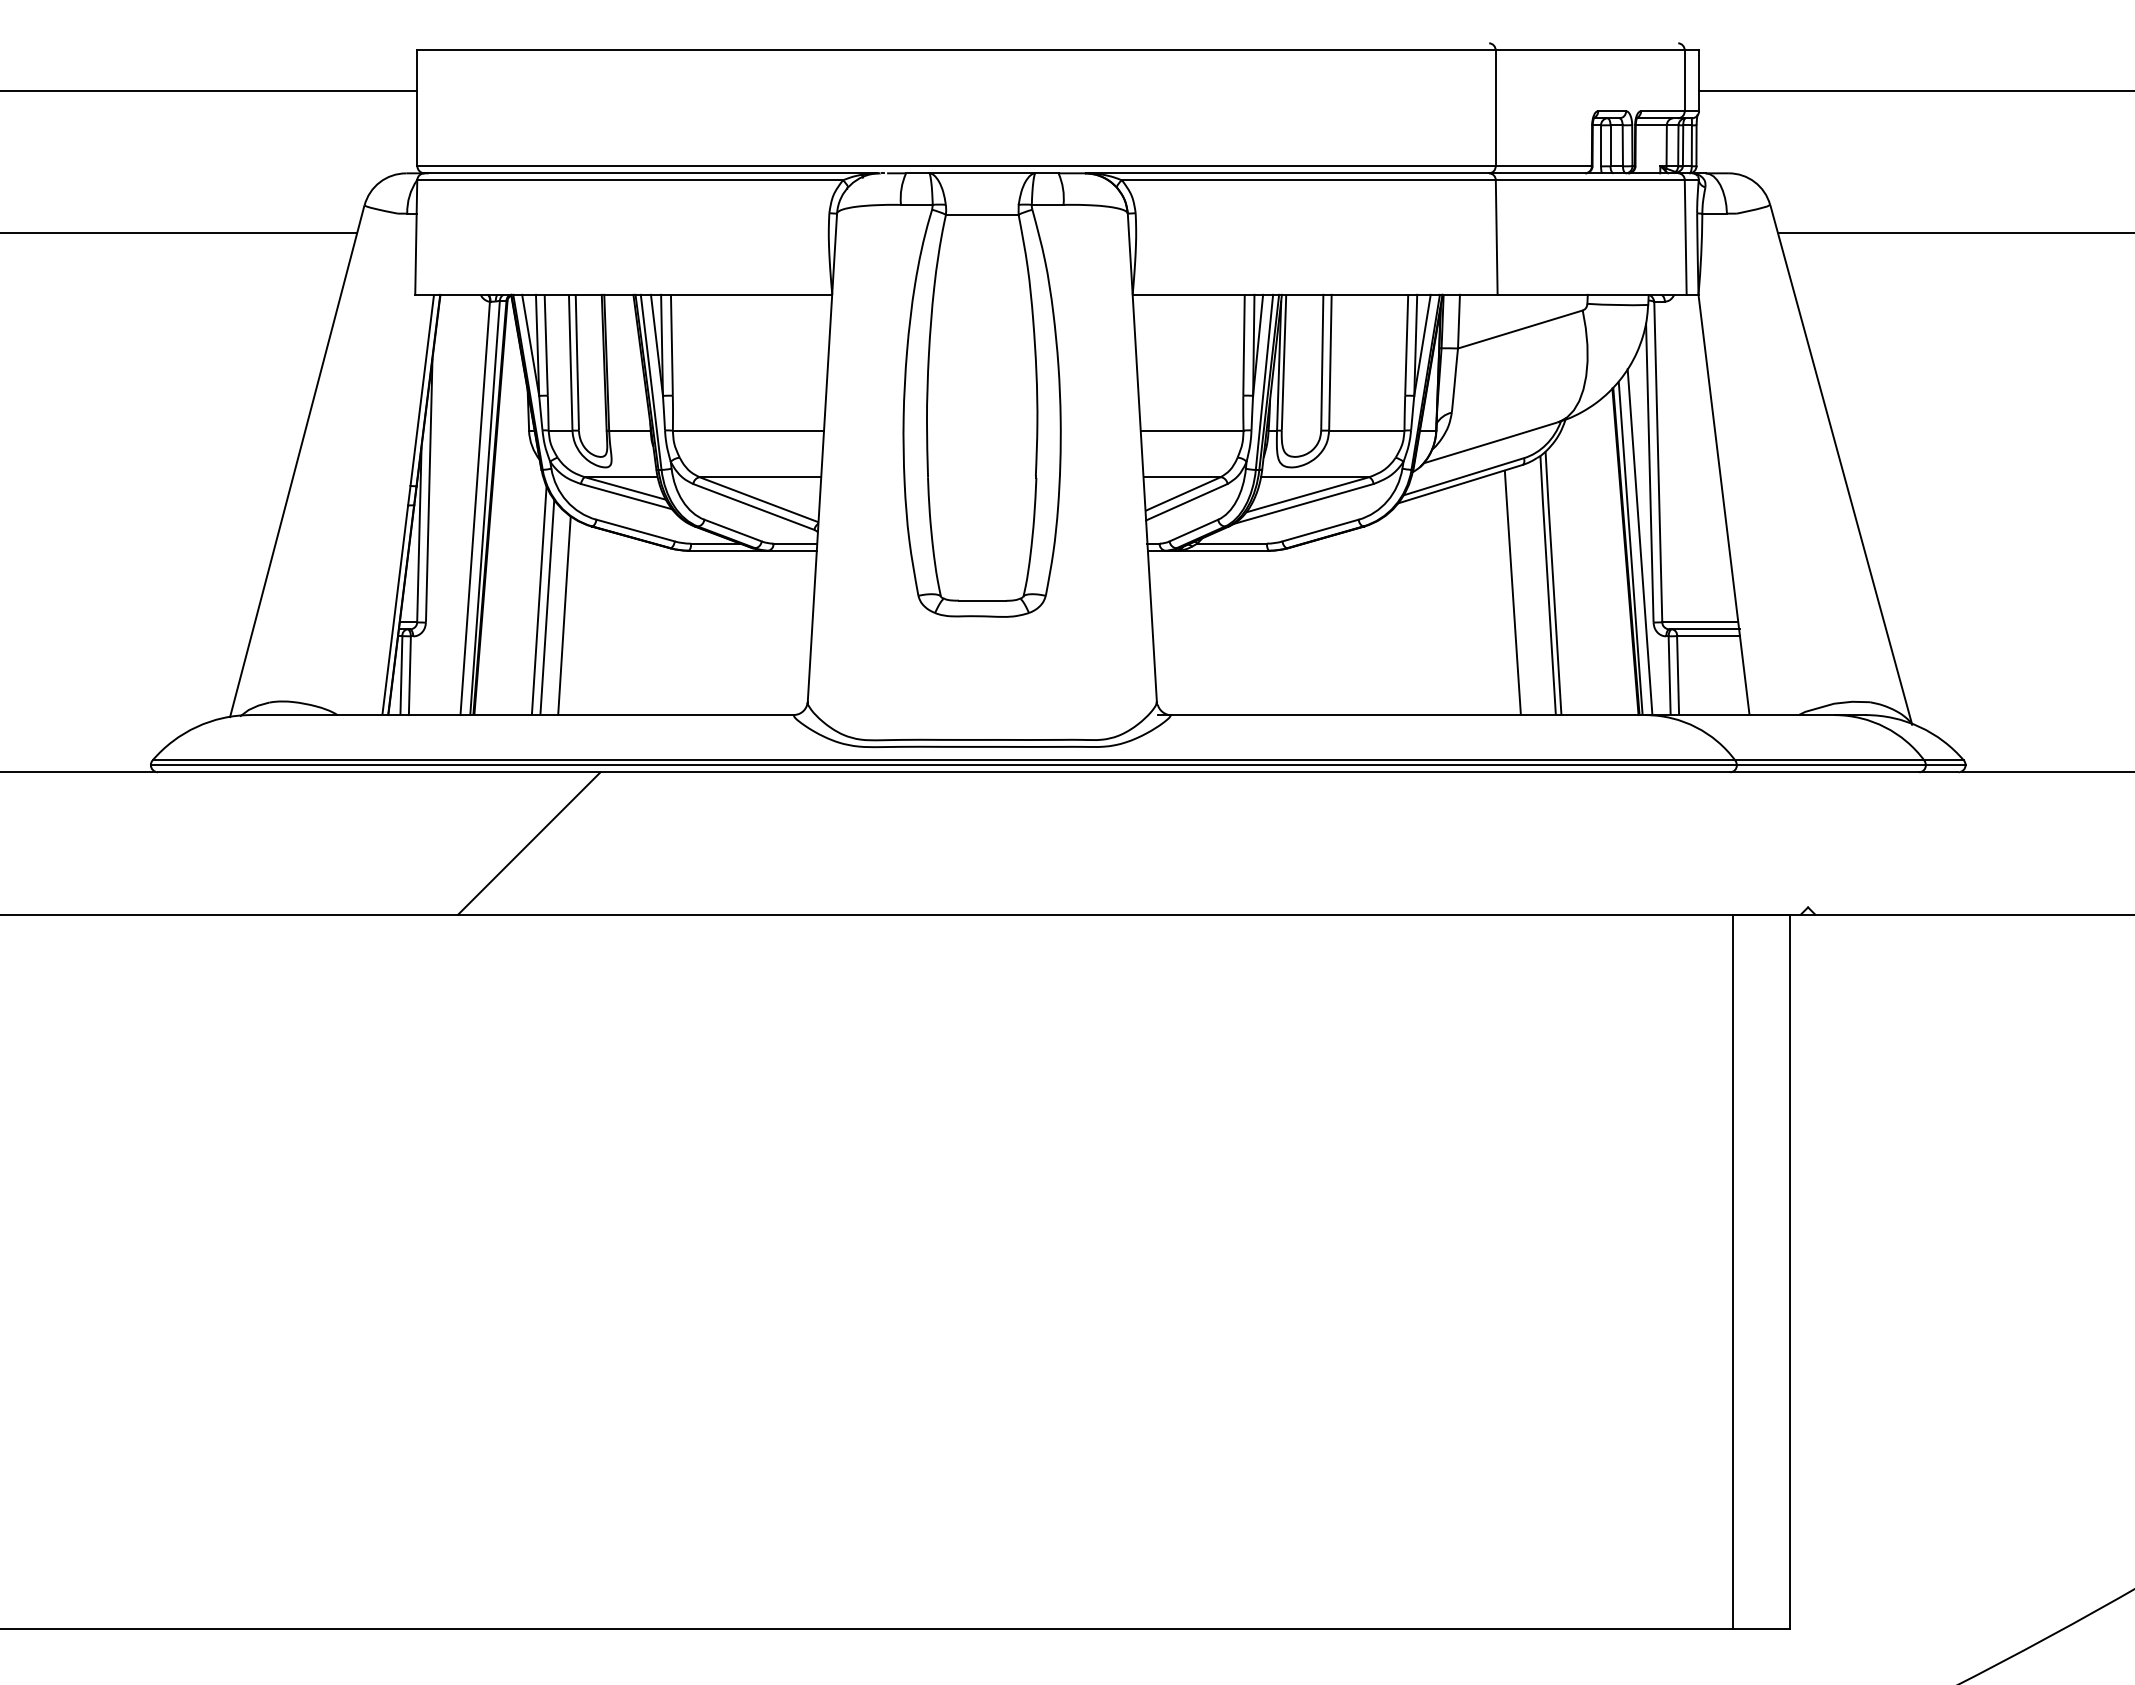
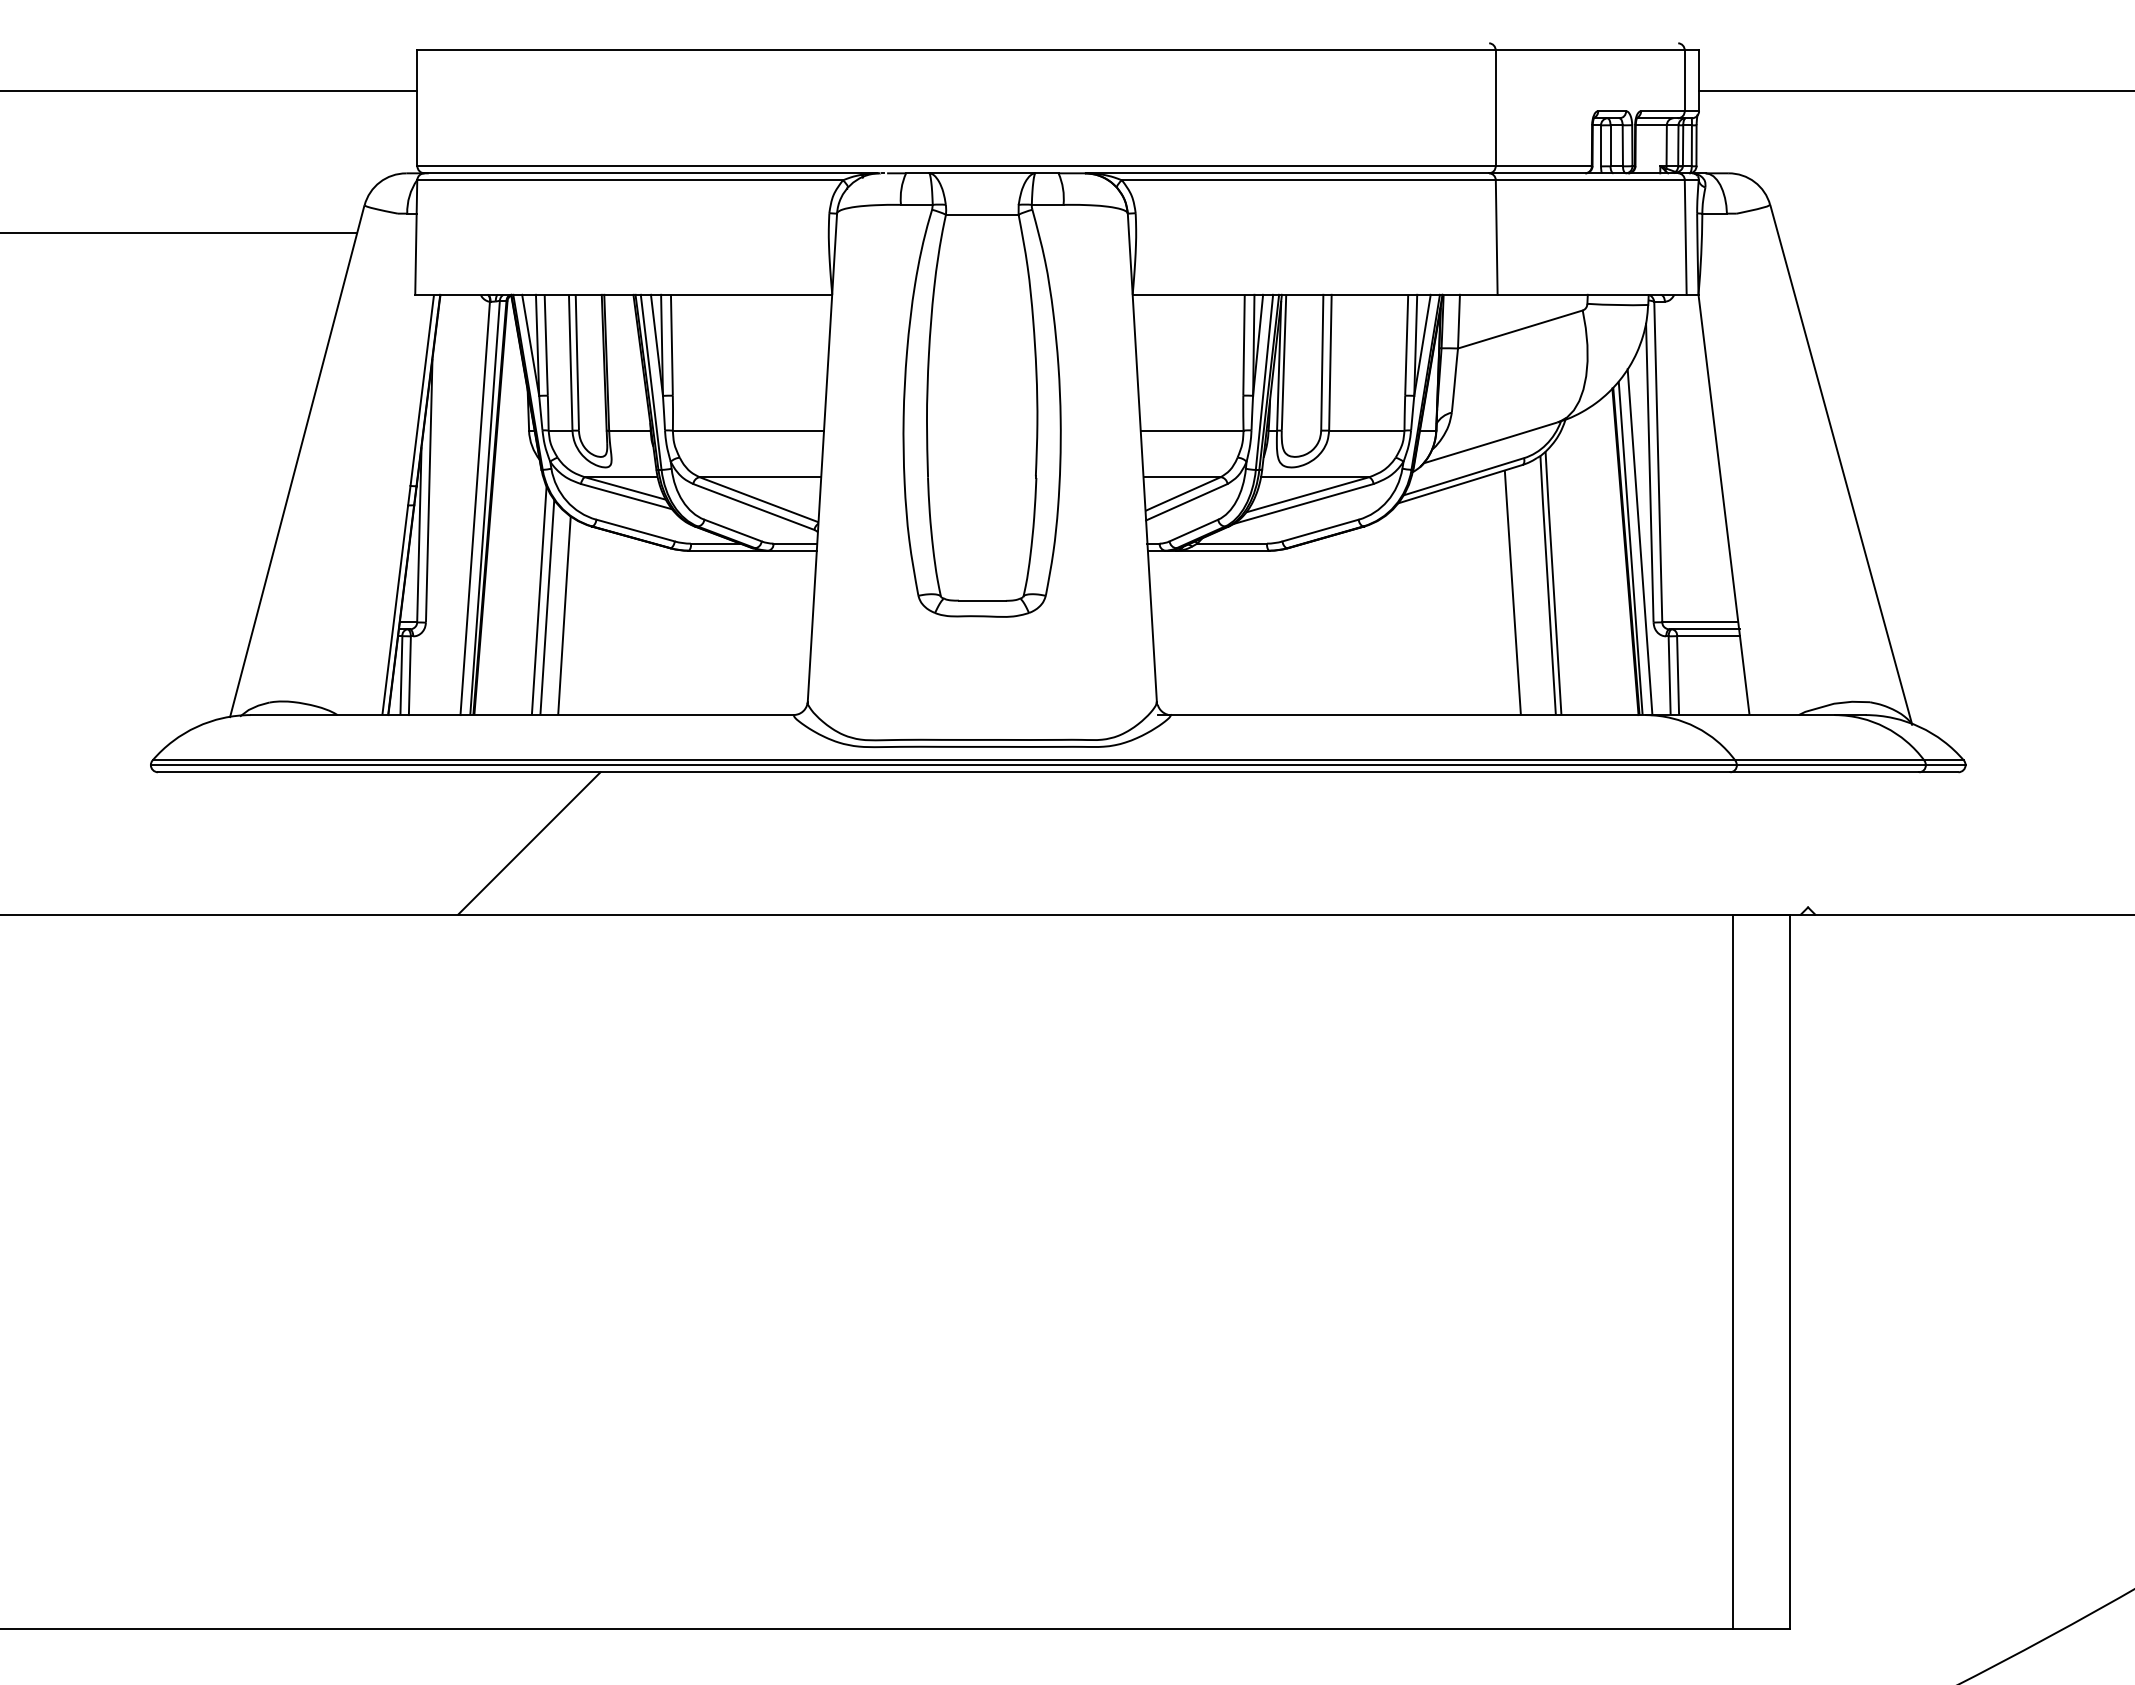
line at (1954, 232): present -> none
line at (78, 771): present -> none
line at (2046, 771): present -> none
